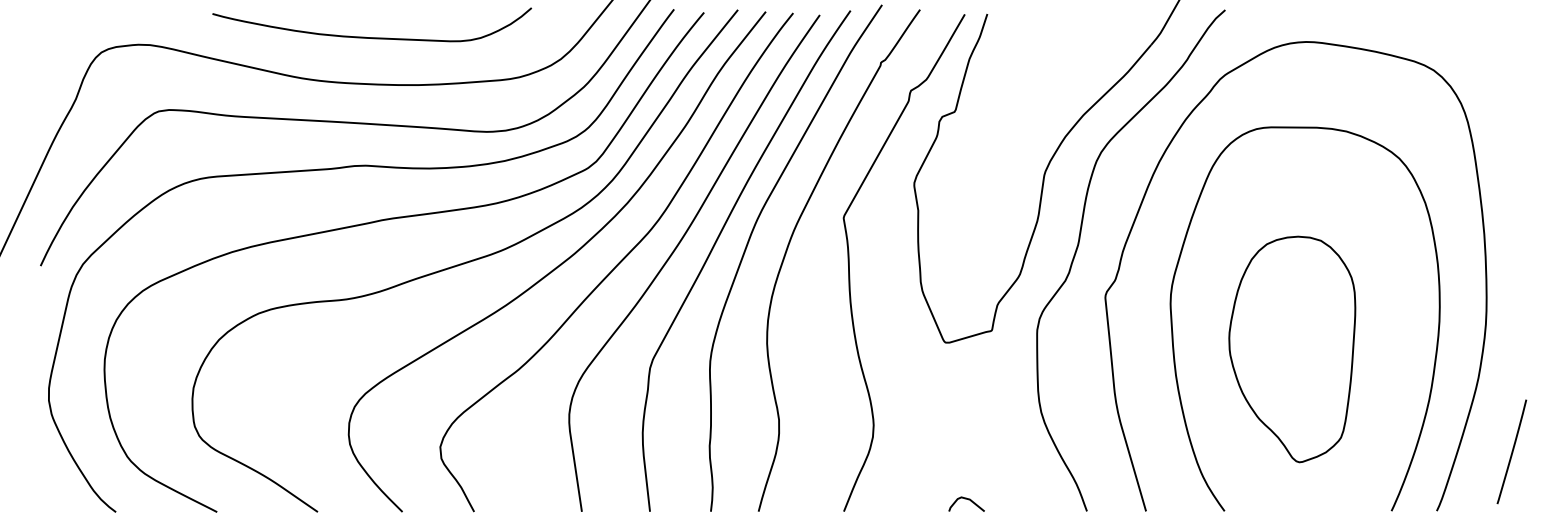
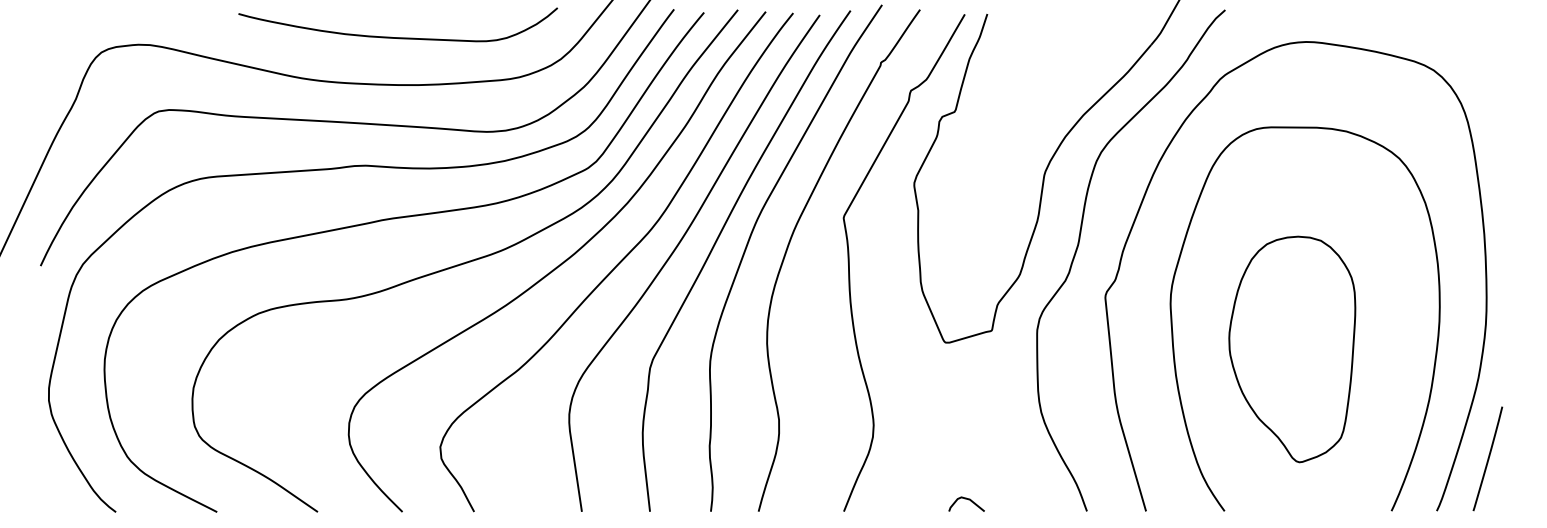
curve at (372, 37) position: (372, 37) -> (398, 37)
line at (1511, 451) position: (1511, 451) -> (1487, 458)
